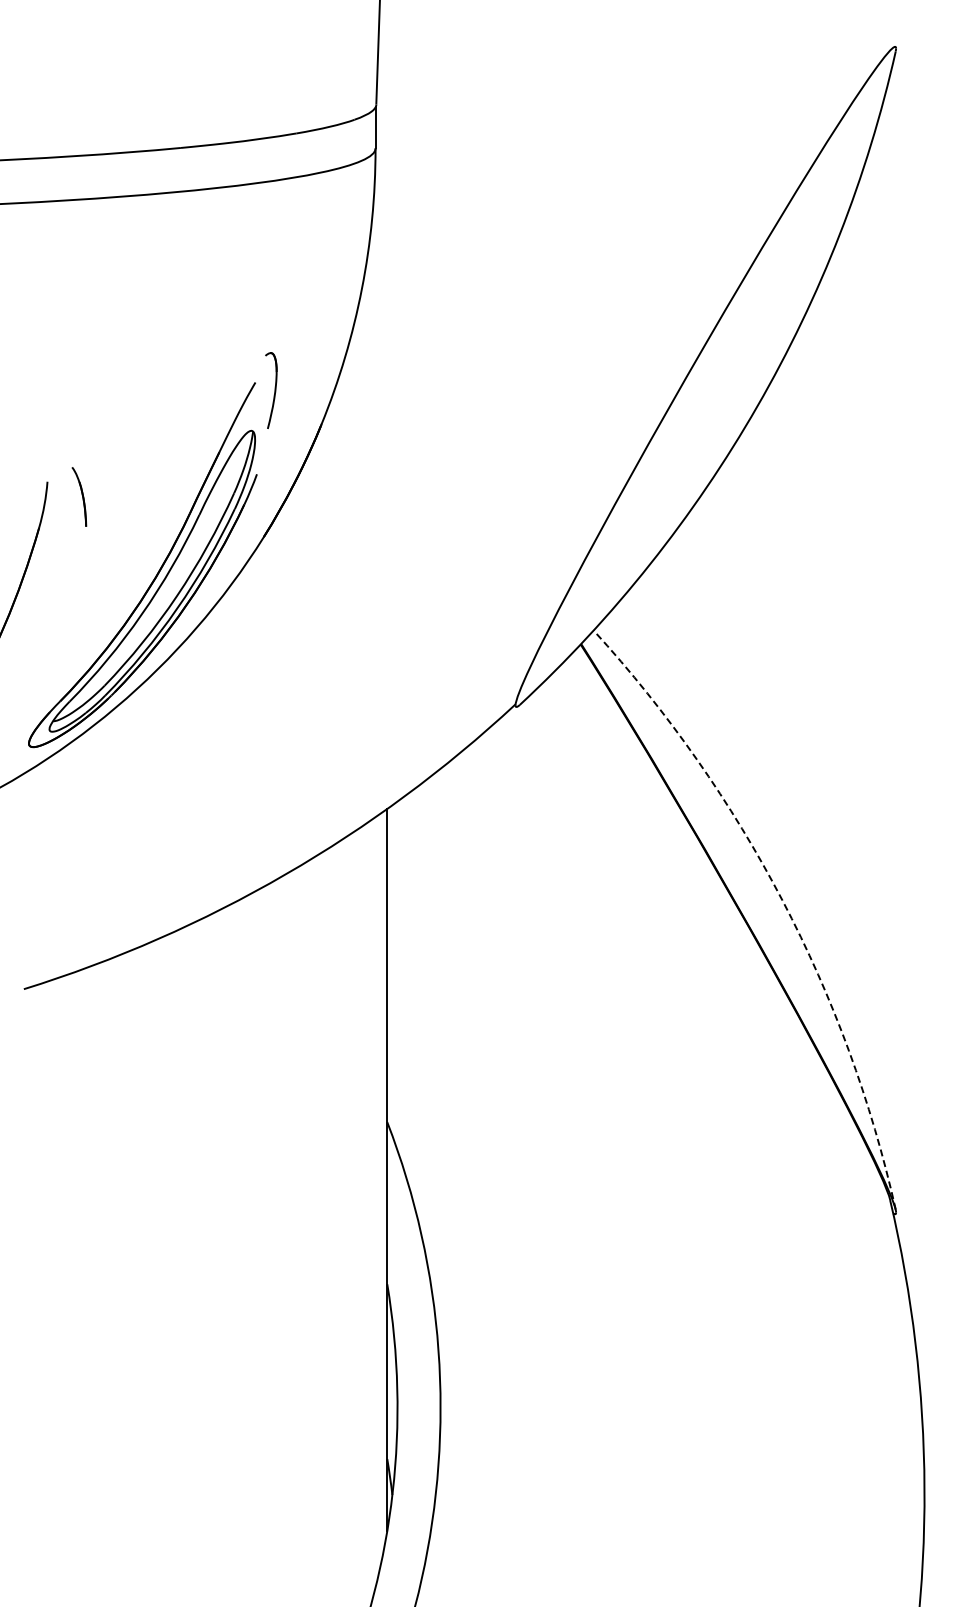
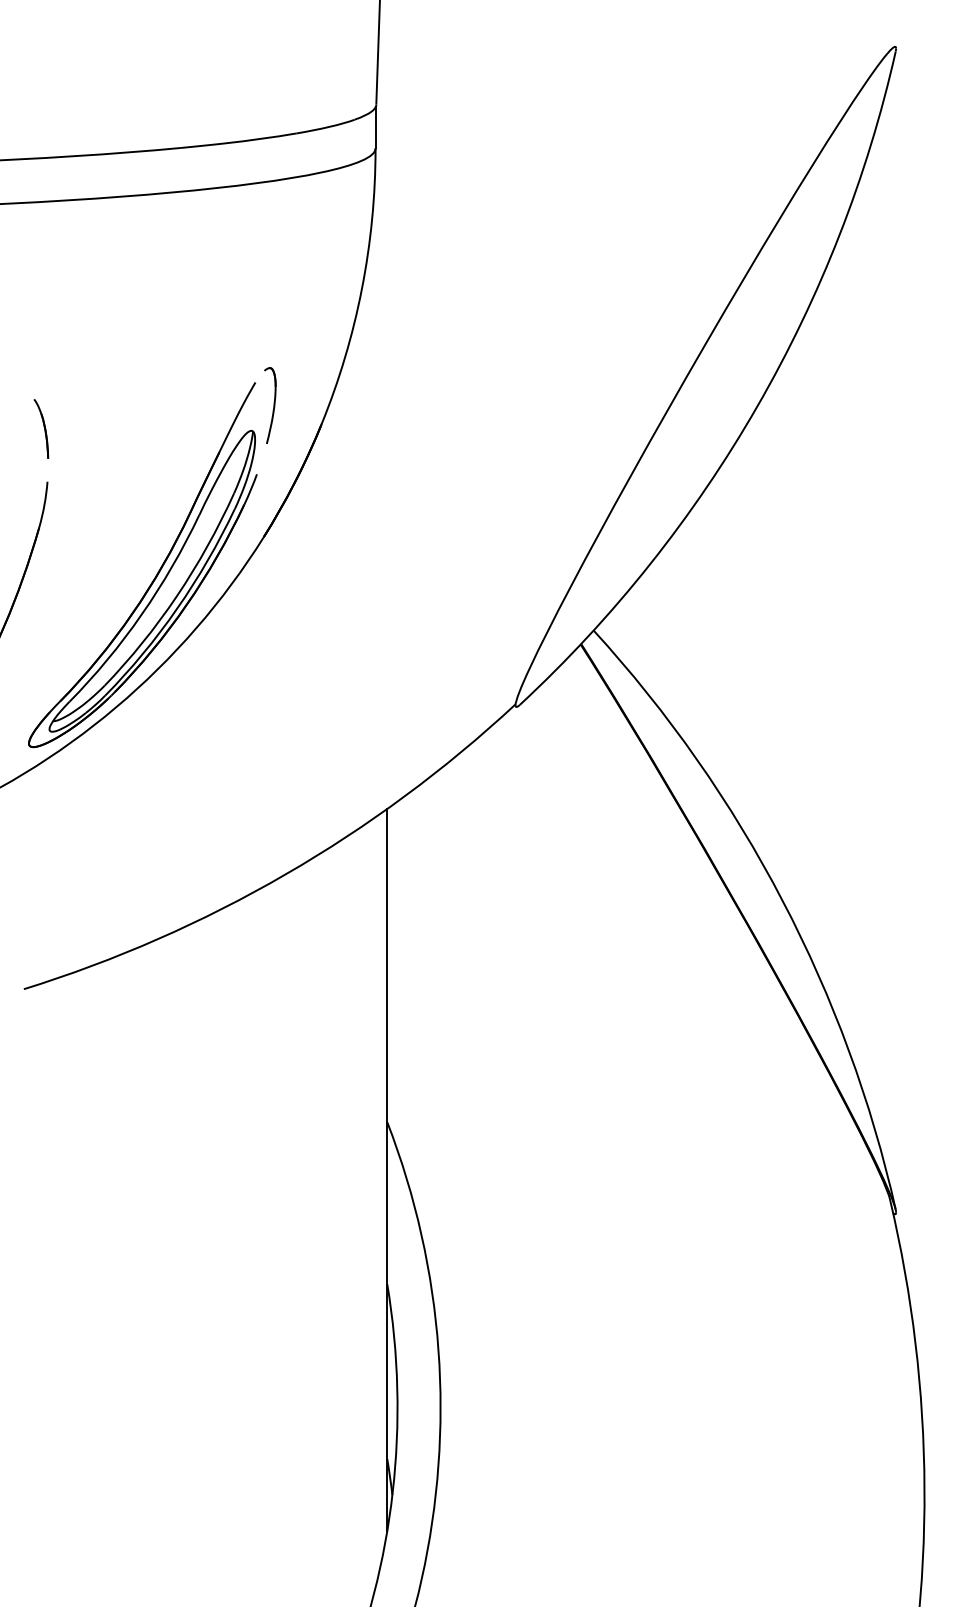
part at (271, 390) position: (271, 390) -> (270, 405)
part at (79, 496) position: (79, 496) -> (41, 428)
arc at (782, 900): dashed -> solid
